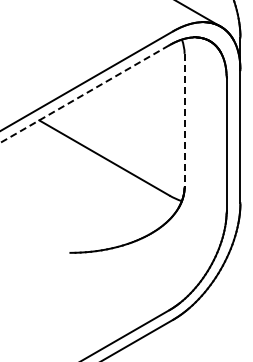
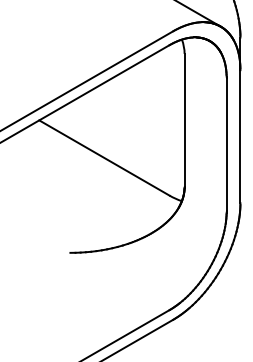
line at (85, 93): dashed -> solid
line at (184, 120): dashed -> solid
